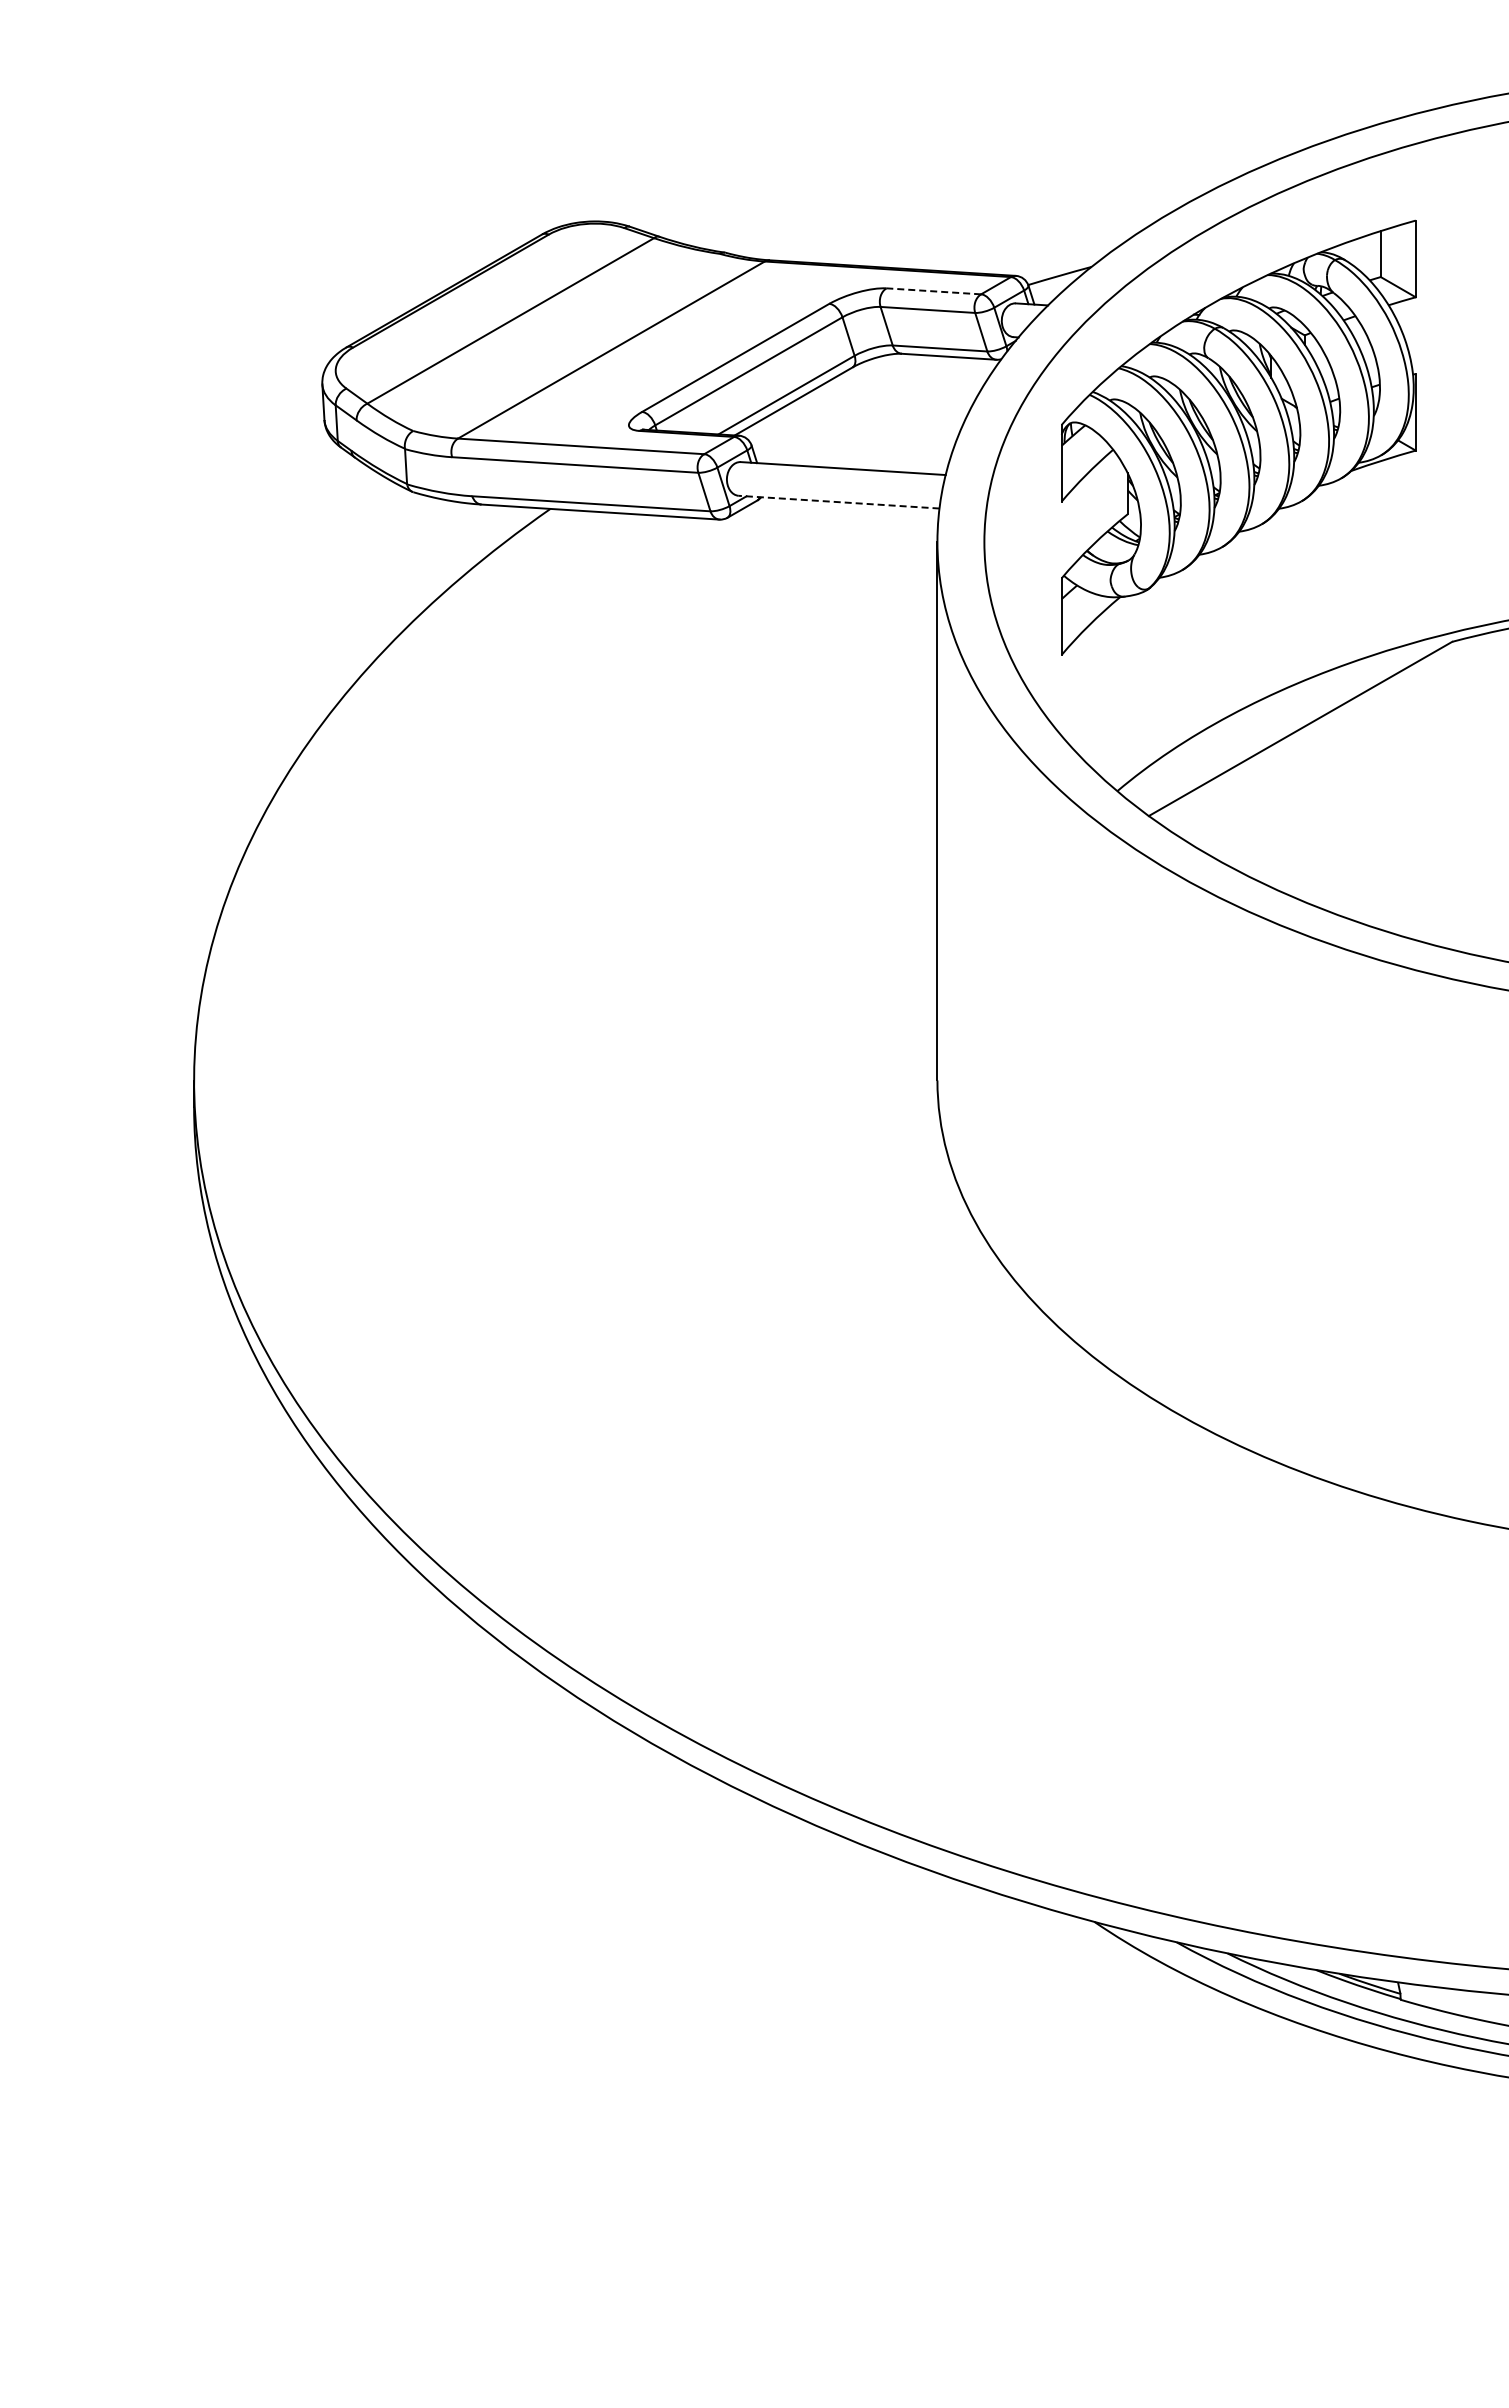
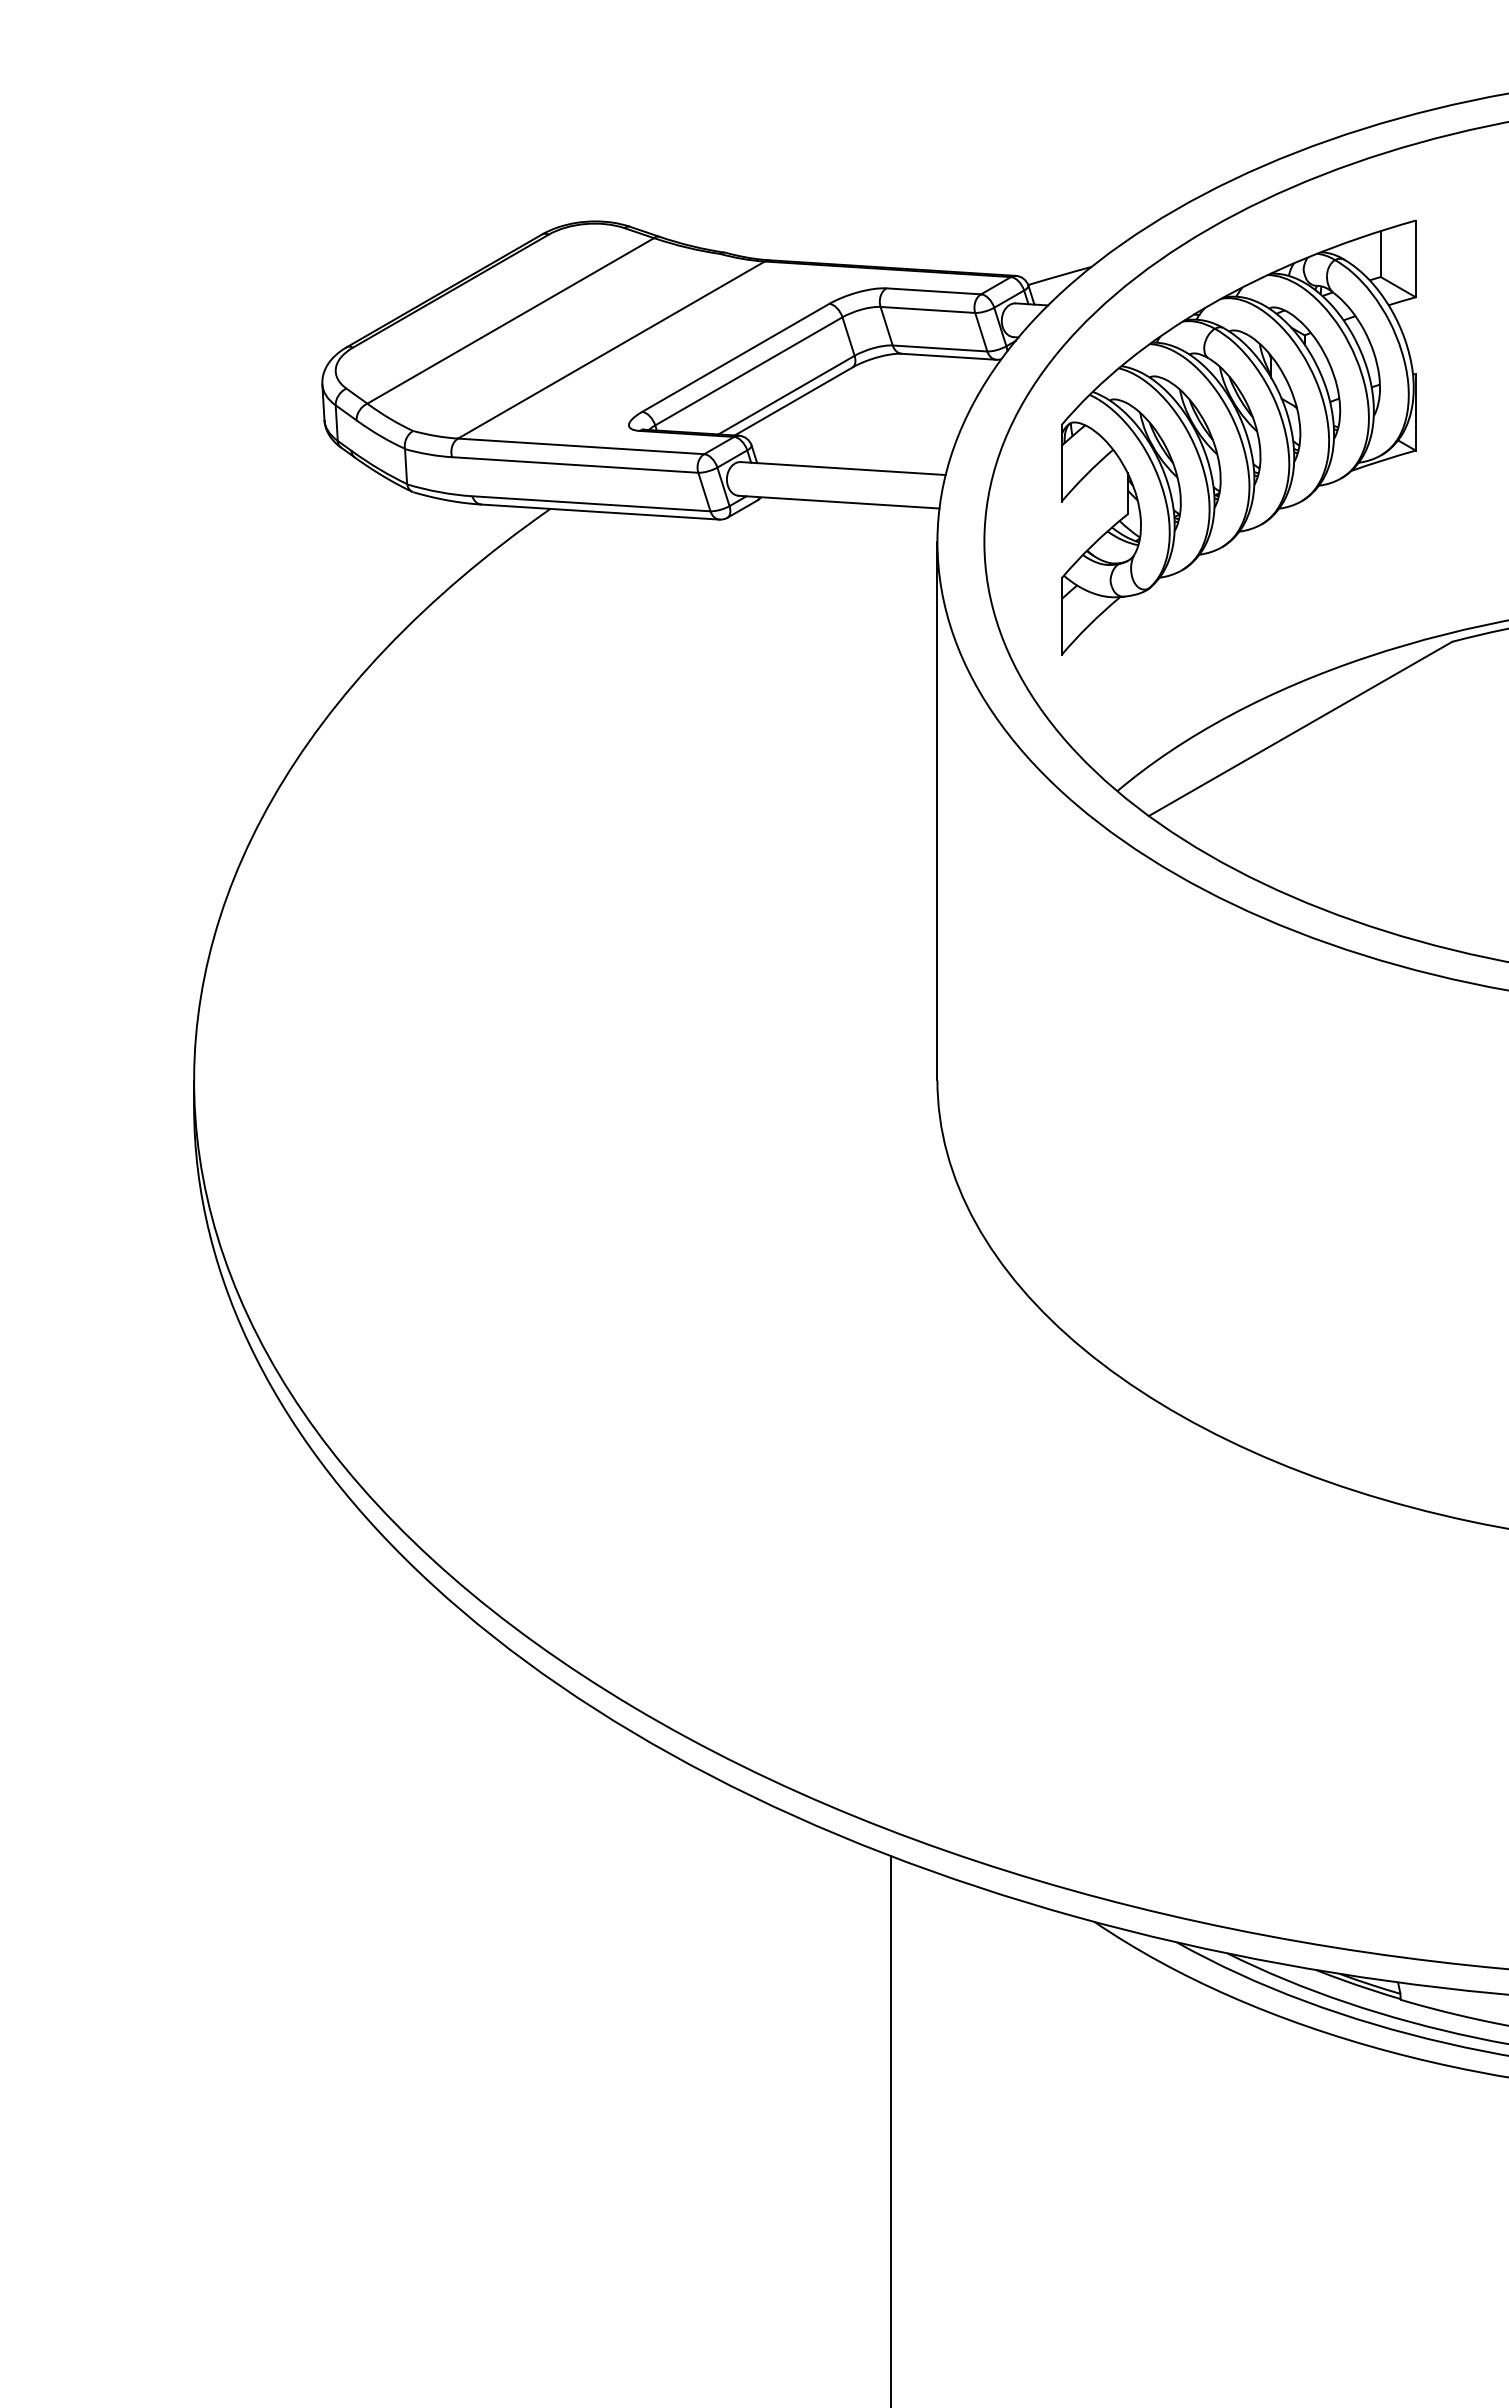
line at (933, 291): dashed -> solid
line at (839, 502): dashed -> solid
line at (890, 2129): none -> present
